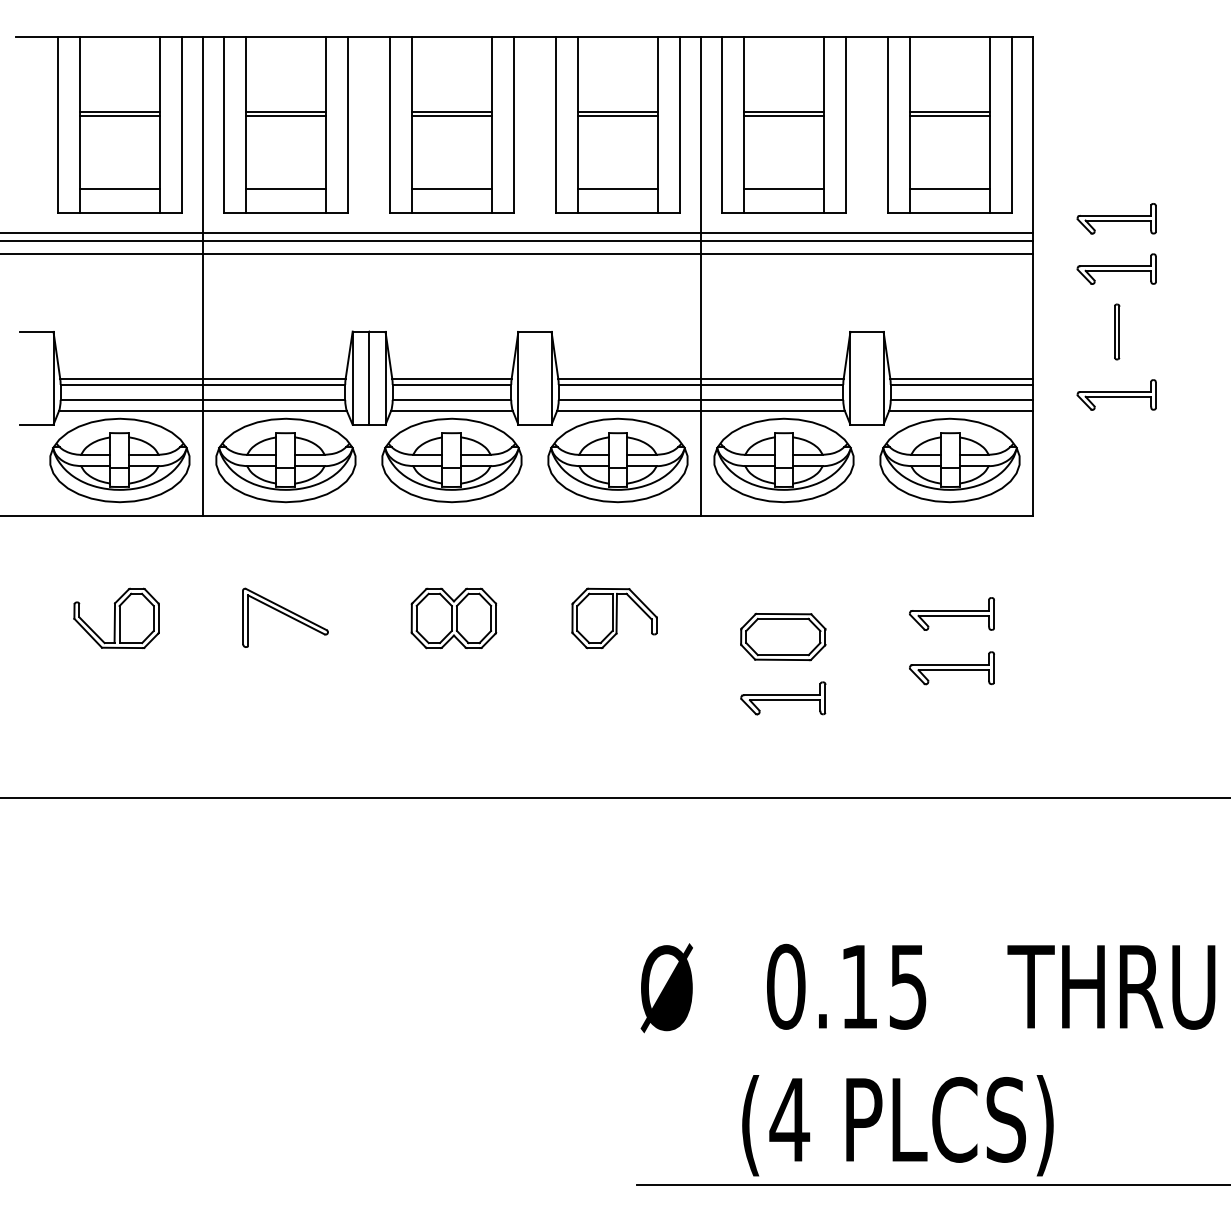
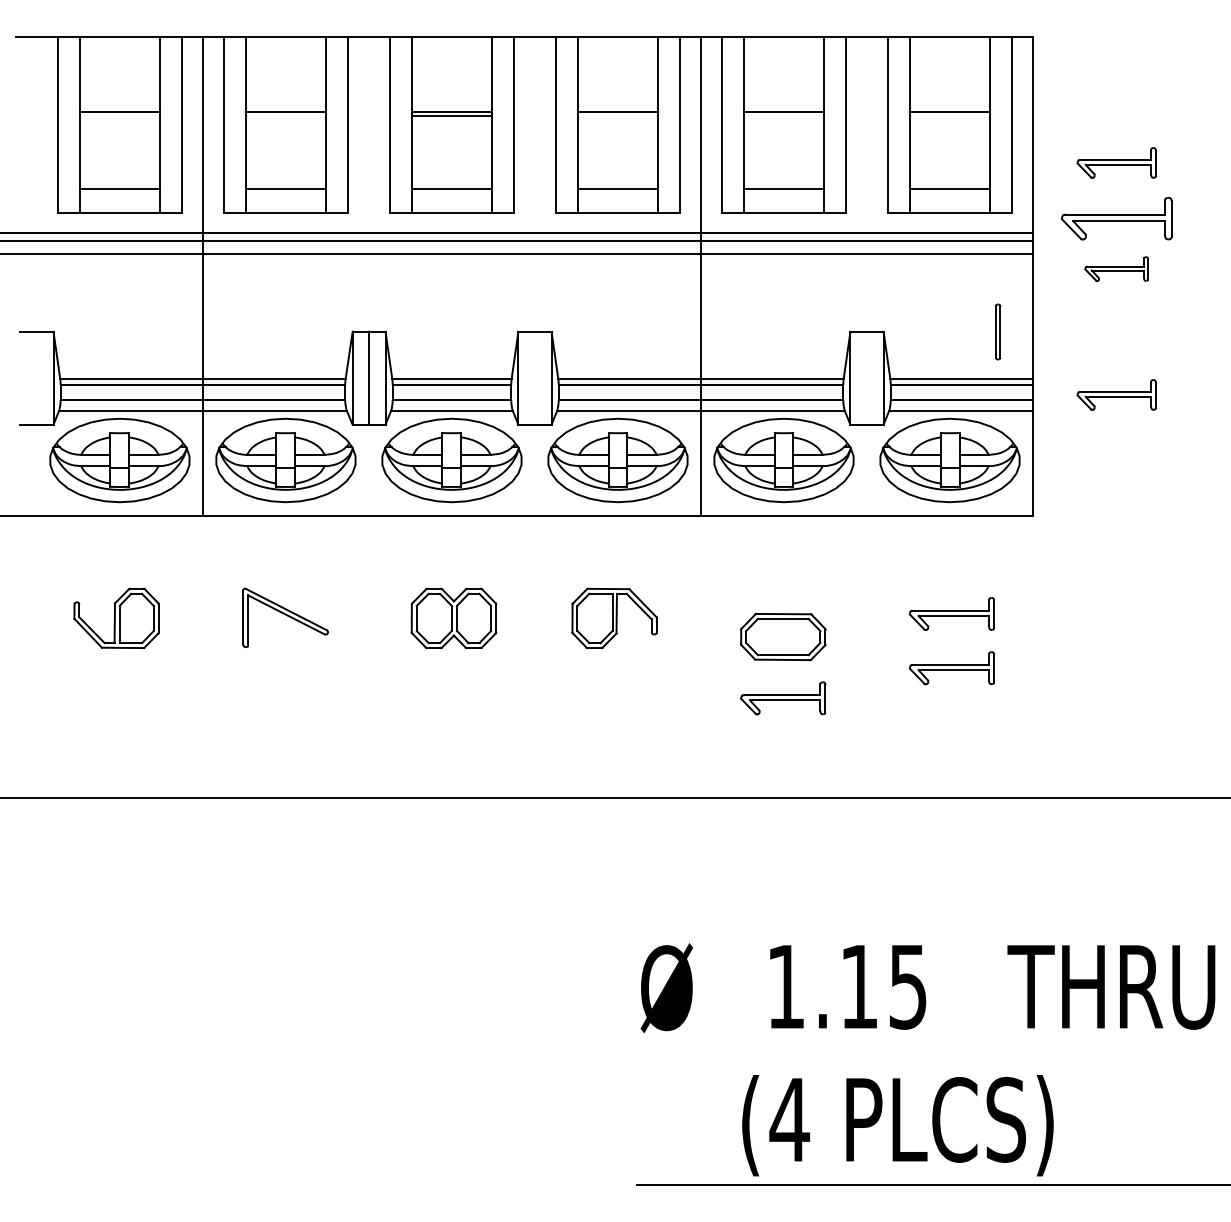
line at (119, 116): present -> none
line at (285, 116): present -> none
line at (617, 116): present -> none
line at (783, 116): present -> none
line at (949, 116): present -> none
part at (1116, 162): none -> present
part at (1116, 218) size: 81x32 px -> 112x45 px
part at (1116, 268) size: 81x32 px -> 65x26 px
part at (1117, 331) position: (1117, 331) -> (998, 331)
text at (786, 986): 0.15 -> 1.15
